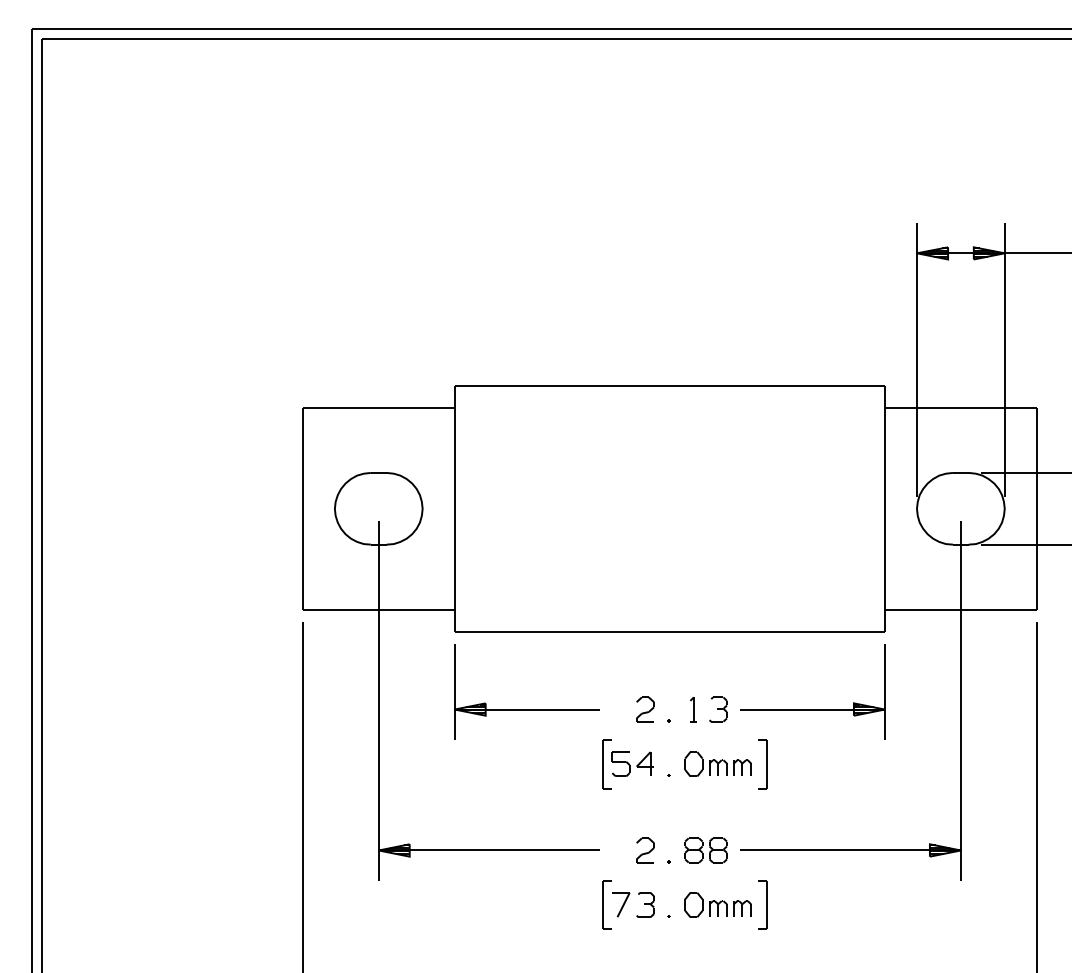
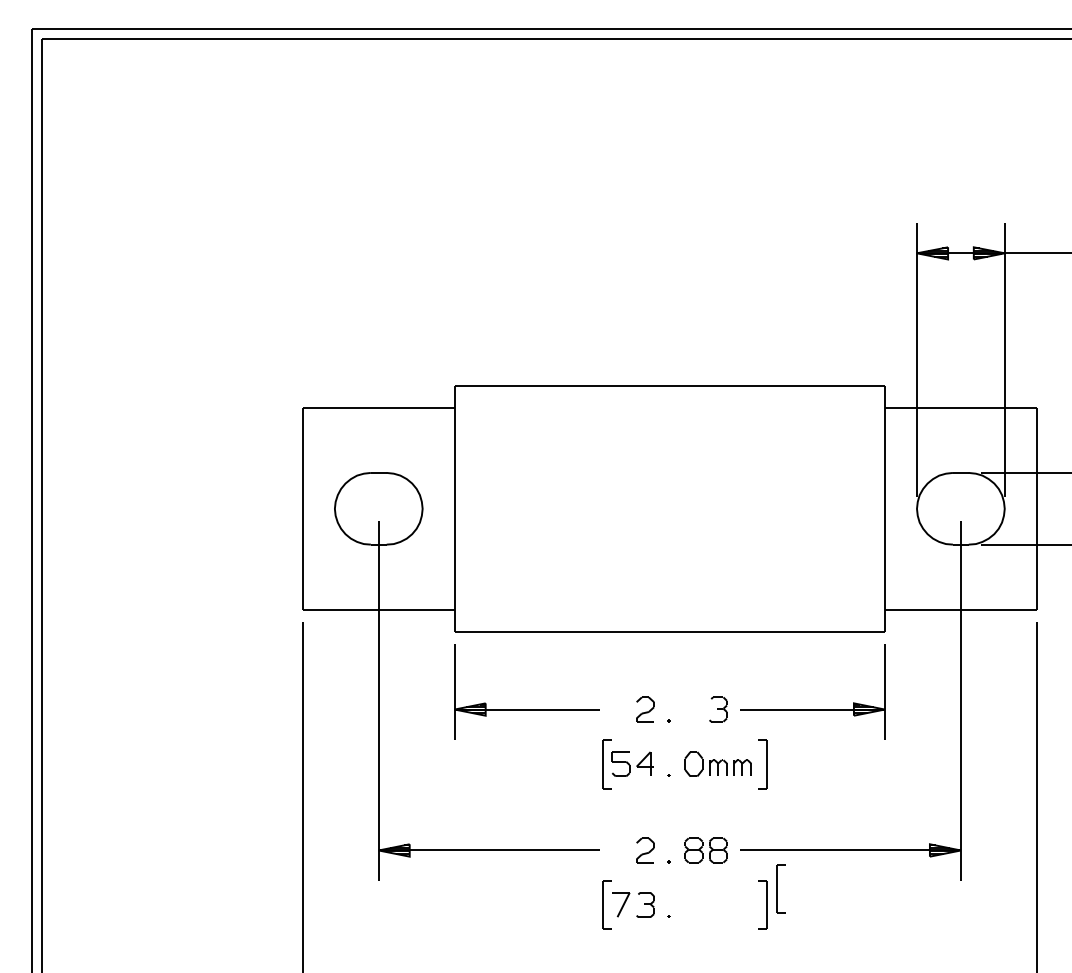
part at (693, 709): present -> none
part at (780, 888): none -> present
part at (717, 904): present -> none
